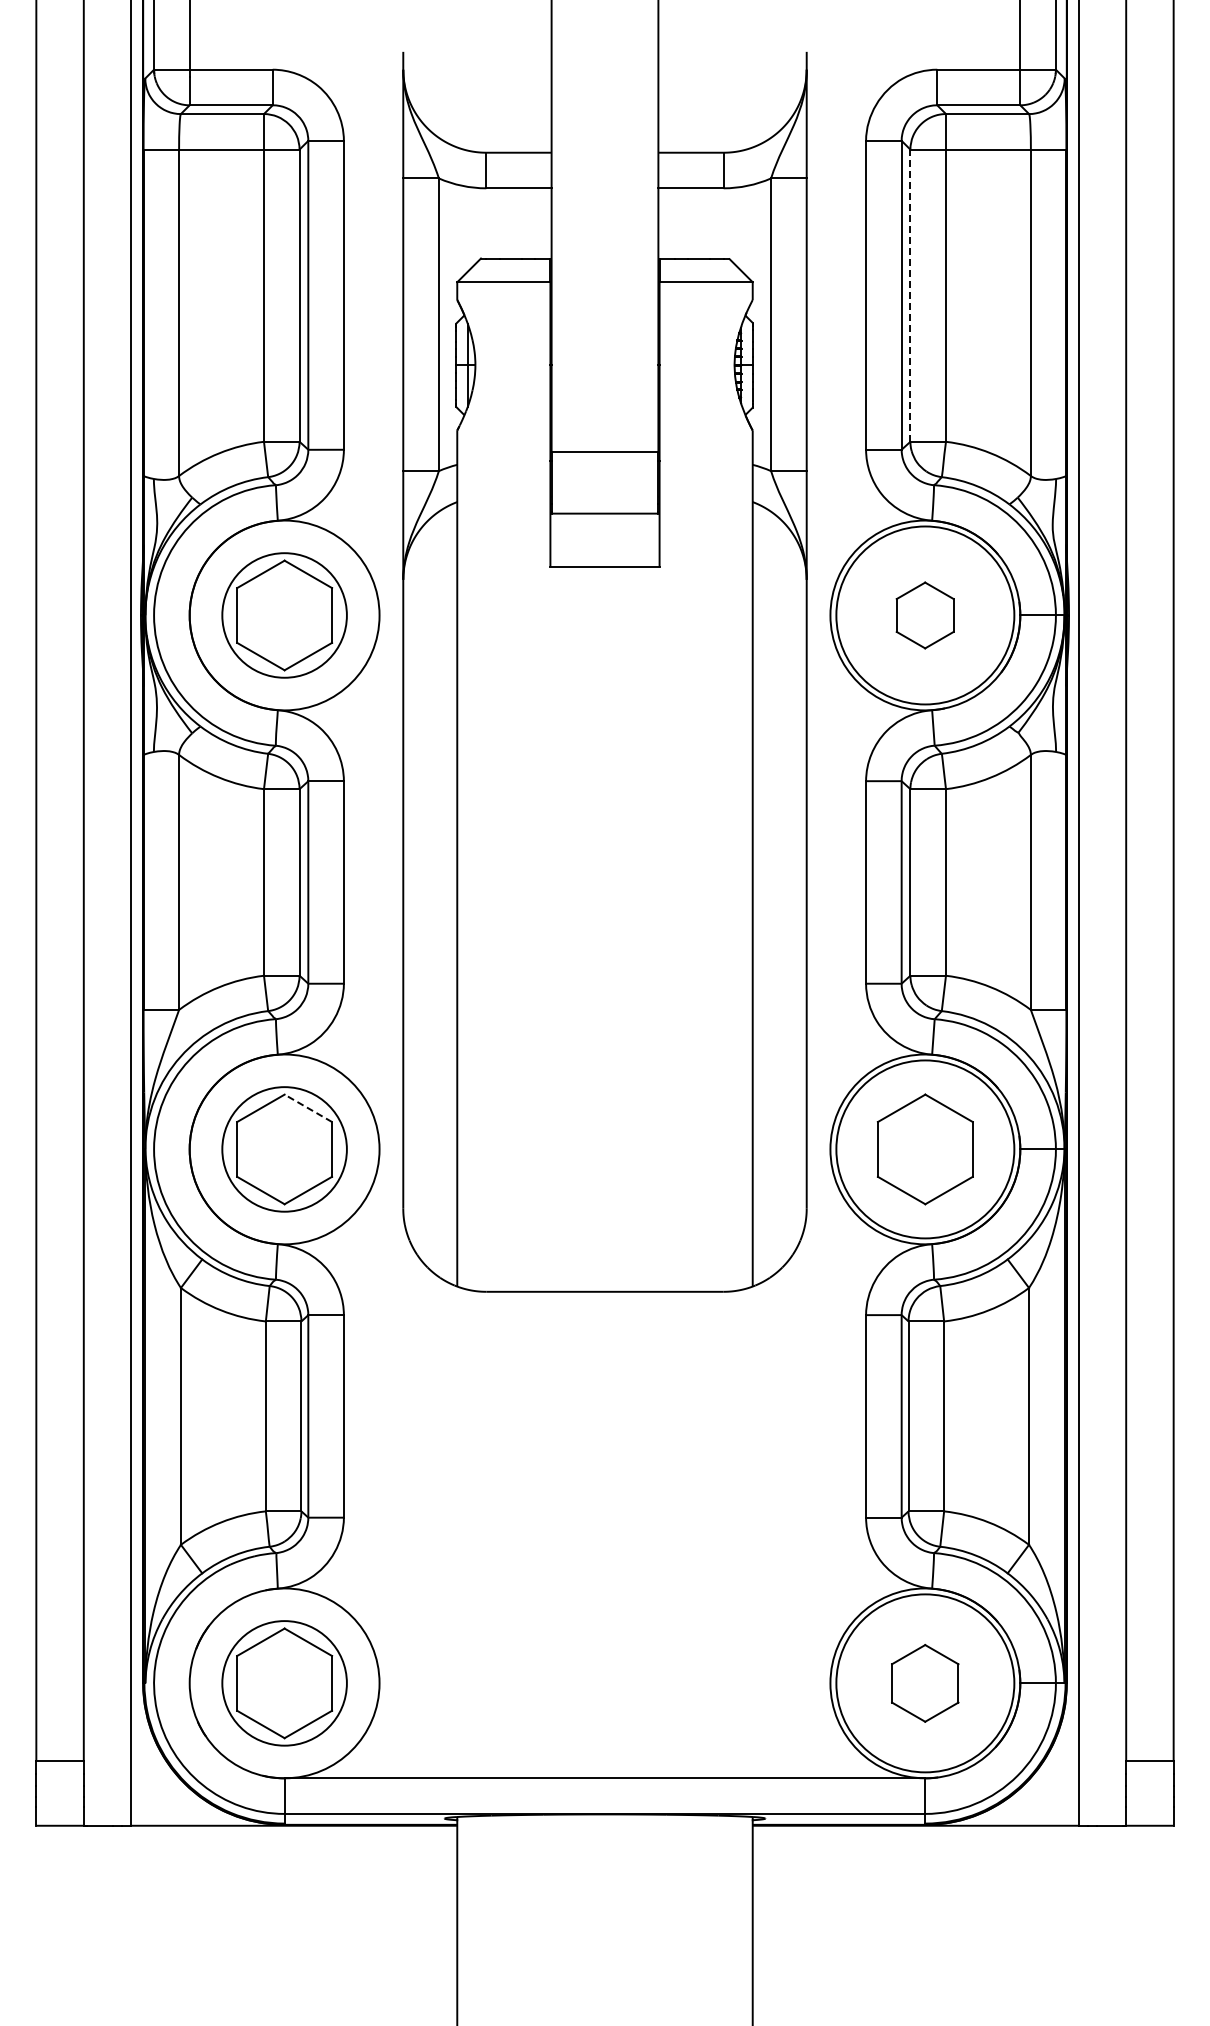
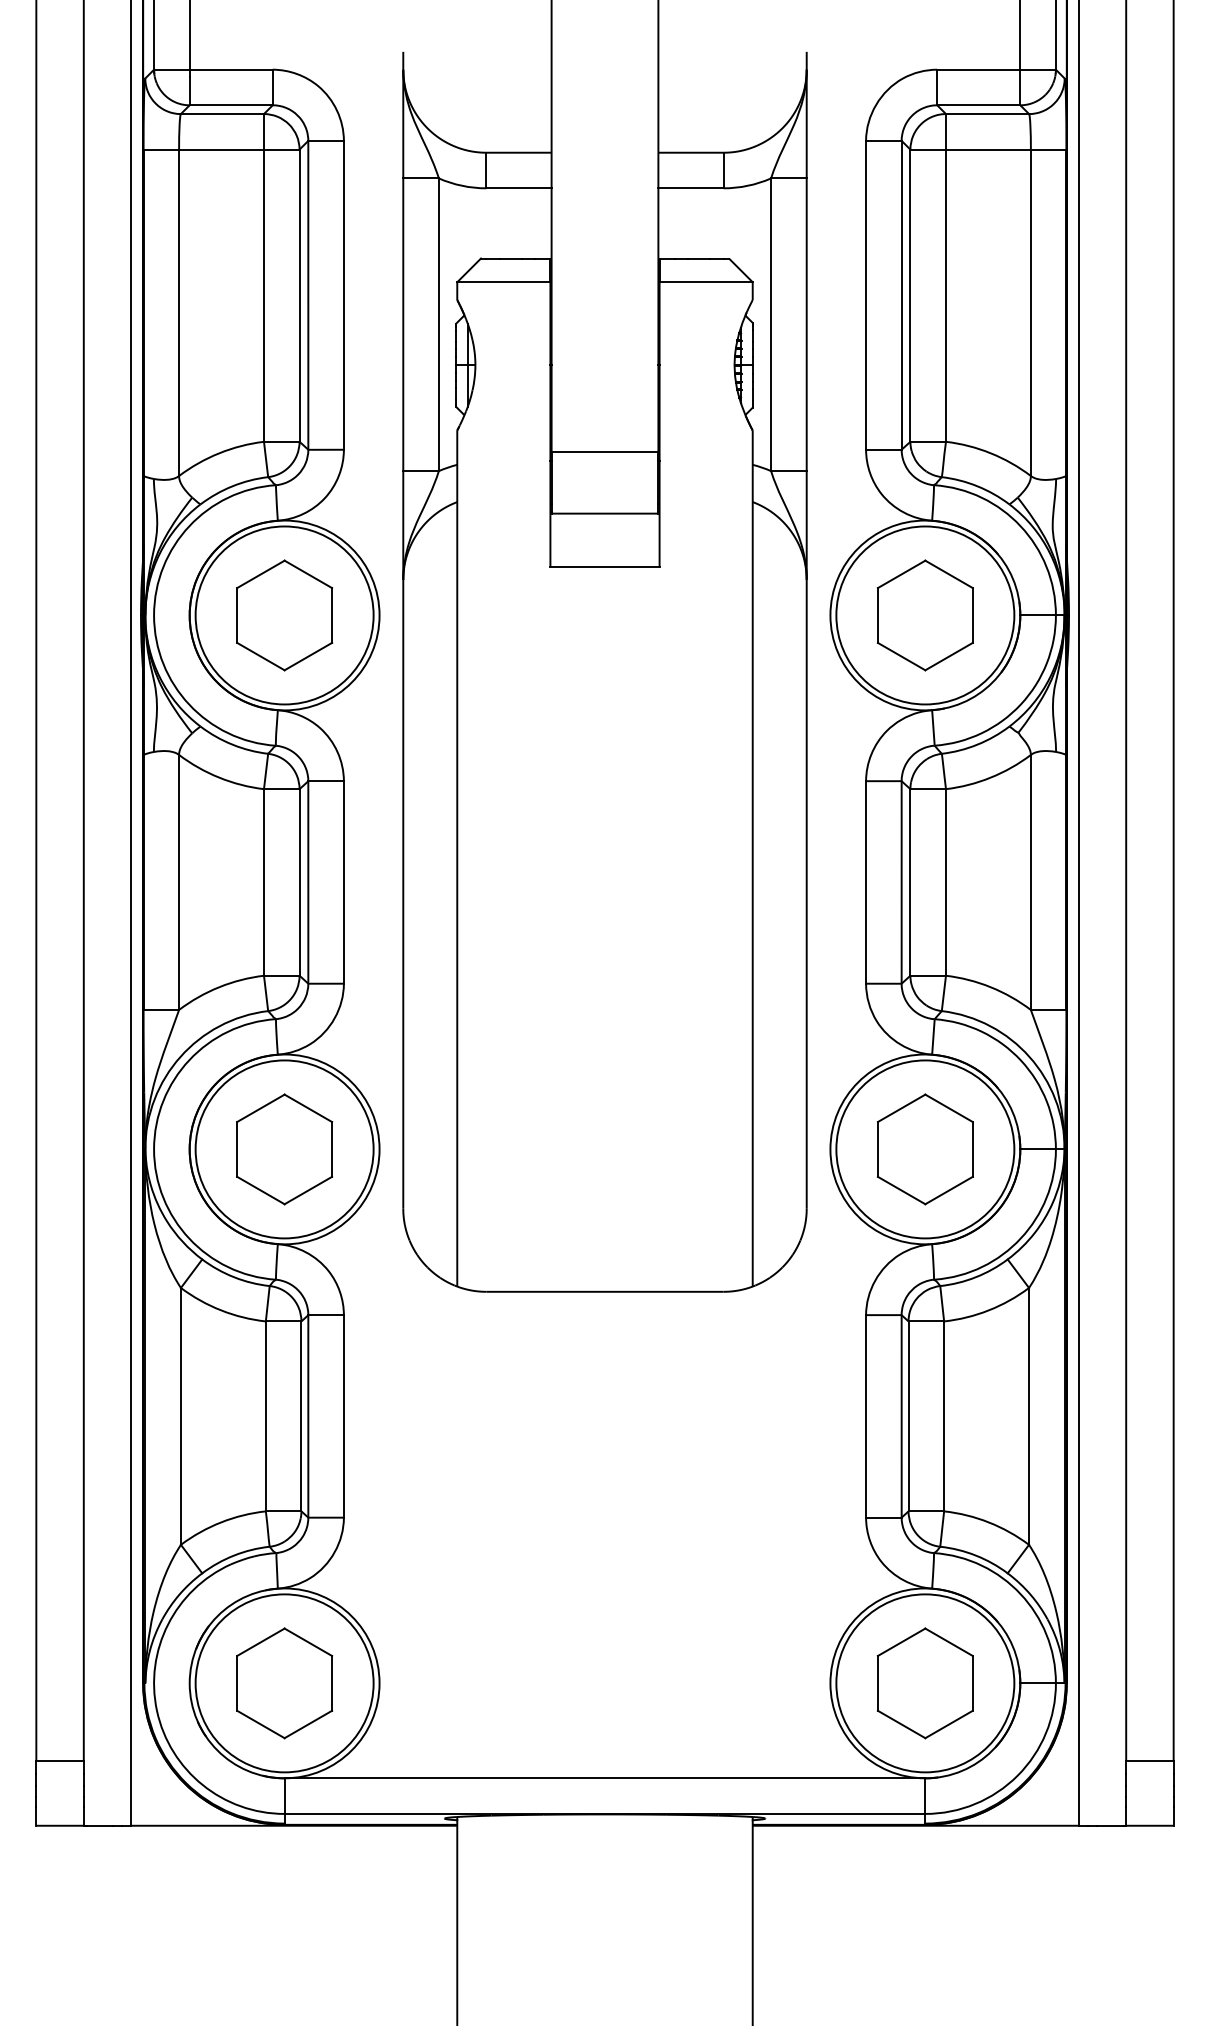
line at (910, 295): dashed -> solid
circle at (284, 615) diameter: 125 px -> 178 px
part at (924, 615) size: 60x69 px -> 98x113 px
line at (307, 1108): dashed -> solid
circle at (284, 1149) diameter: 125 px -> 178 px
circle at (284, 1683) diameter: 125 px -> 178 px
part at (925, 1683) size: 69x79 px -> 98x113 px
